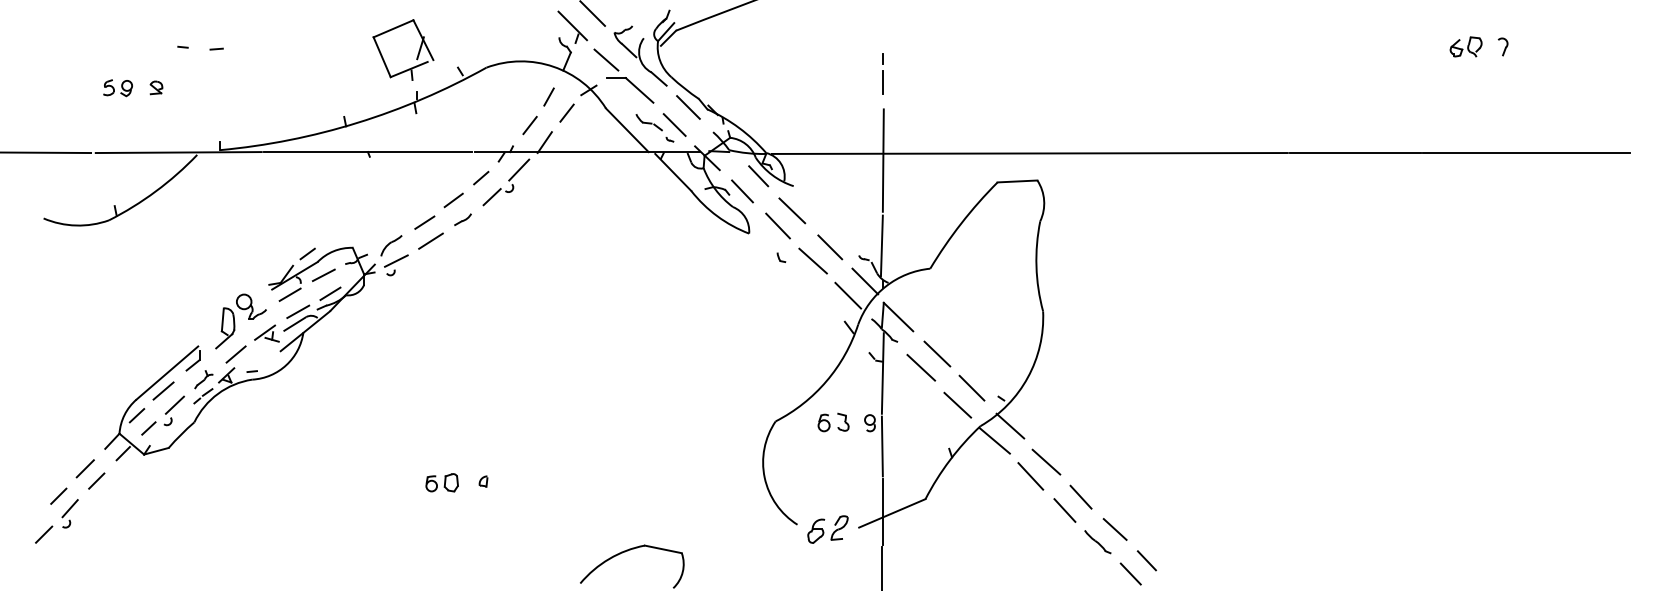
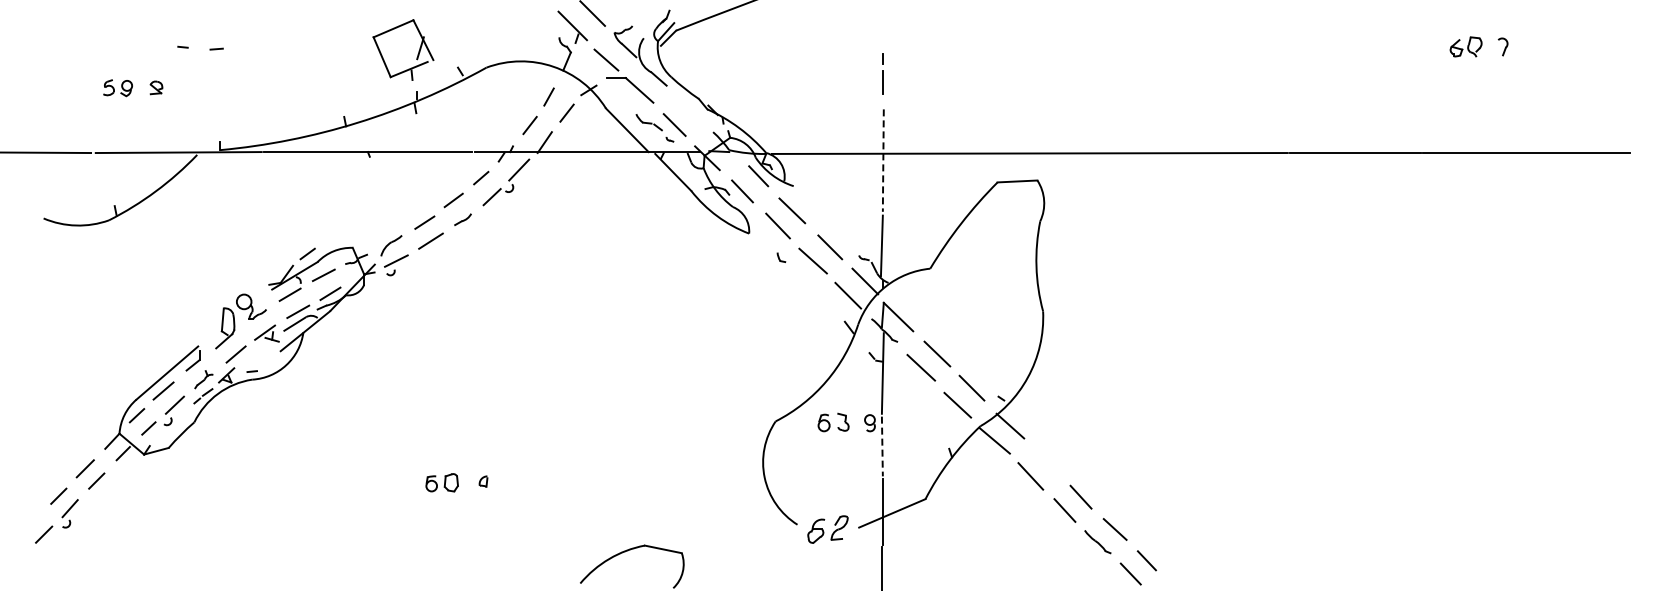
line at (688, 107): present -> none
line at (883, 161): solid -> dashed
line at (882, 446): solid -> dashed
line at (1046, 461): present -> none
